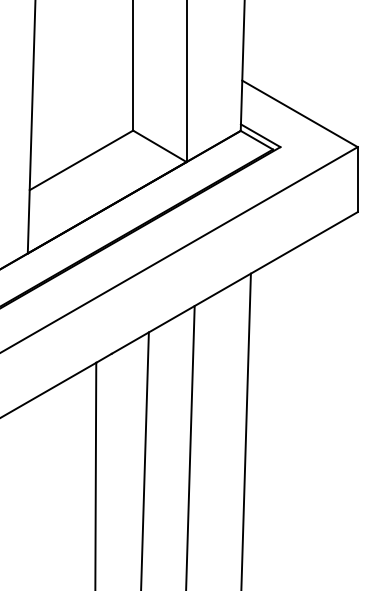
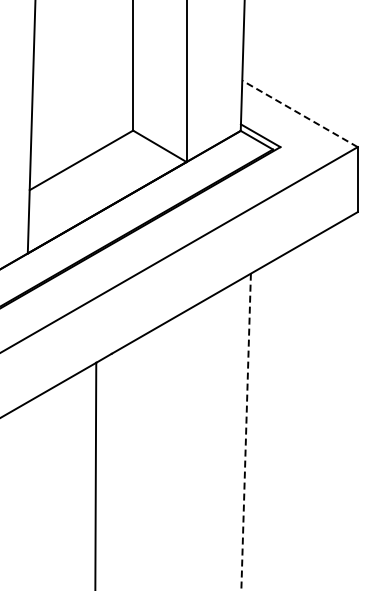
line at (300, 113): solid -> dashed
line at (246, 432): solid -> dashed
line at (190, 446): present -> none
line at (144, 459): present -> none
